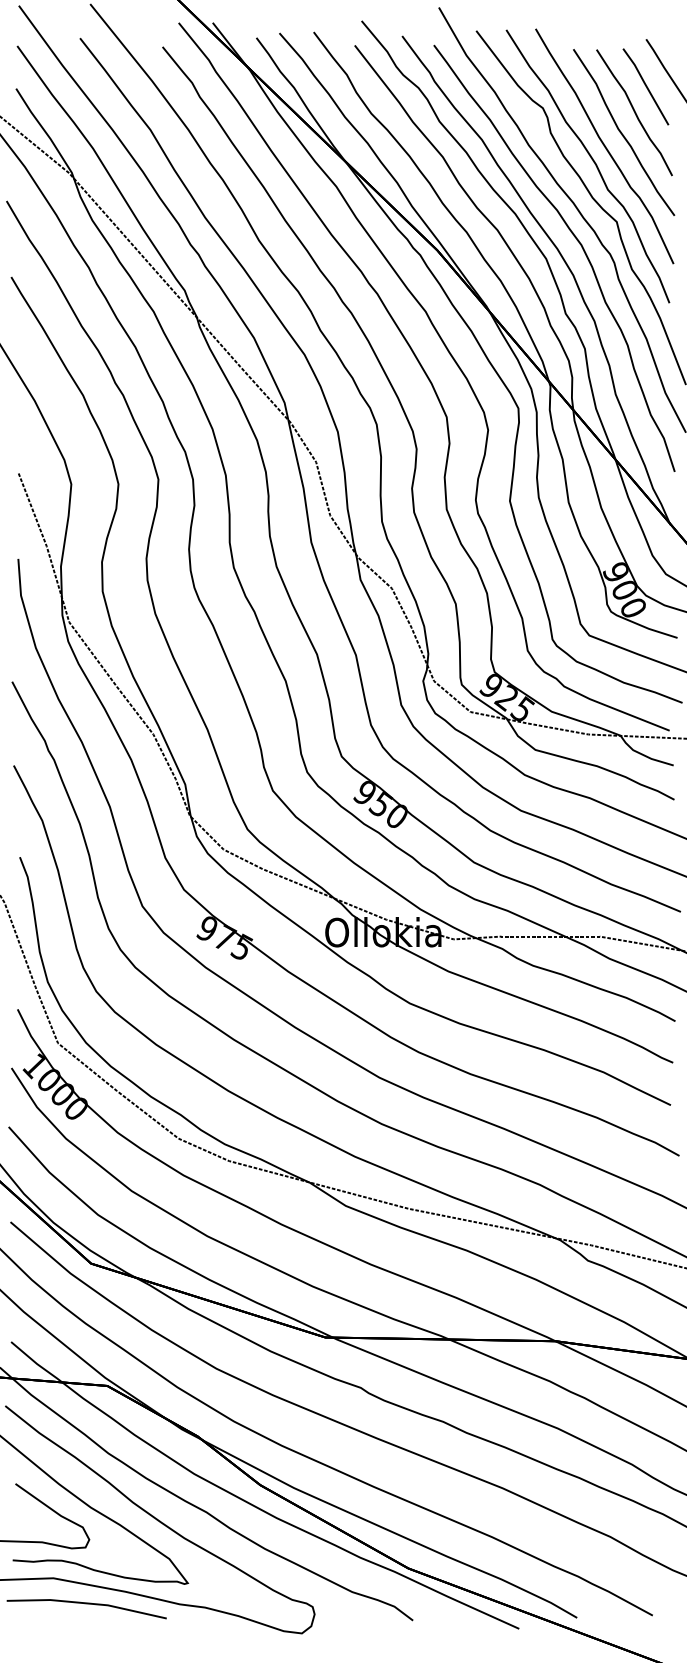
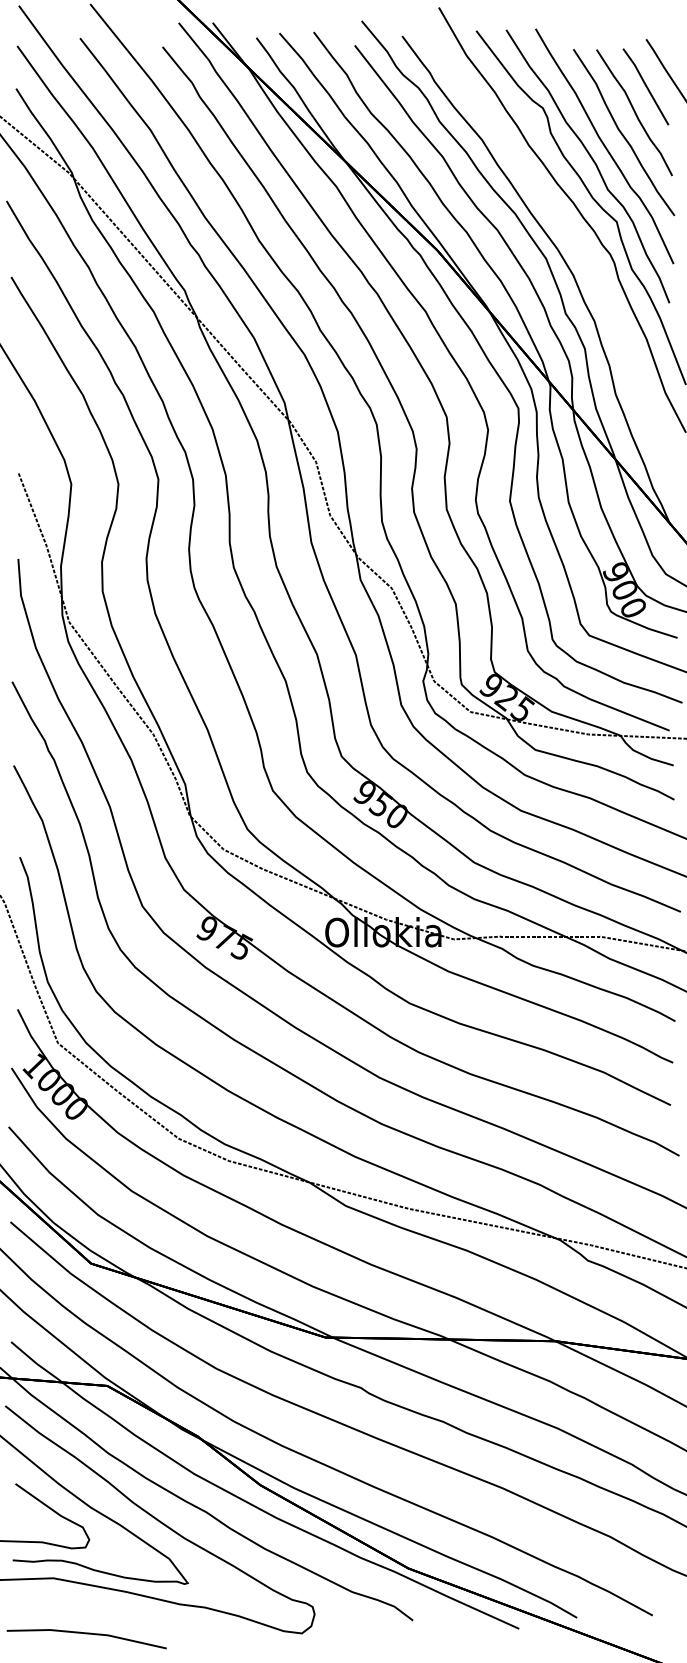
part at (576, 240): present -> none
line at (86, 1604) position: (86, 1604) -> (86, 1634)
